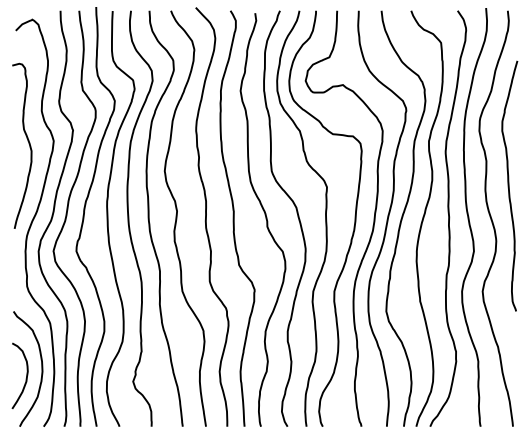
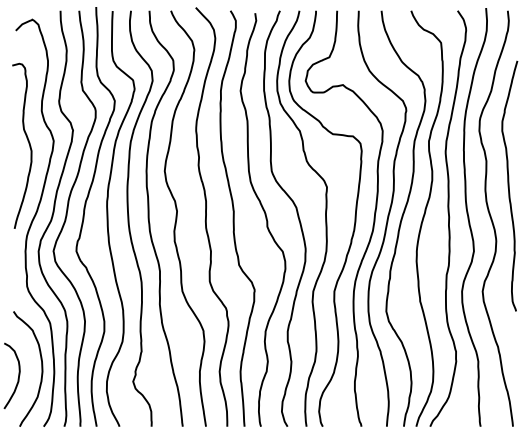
curve at (25, 378) position: (25, 378) -> (17, 378)
